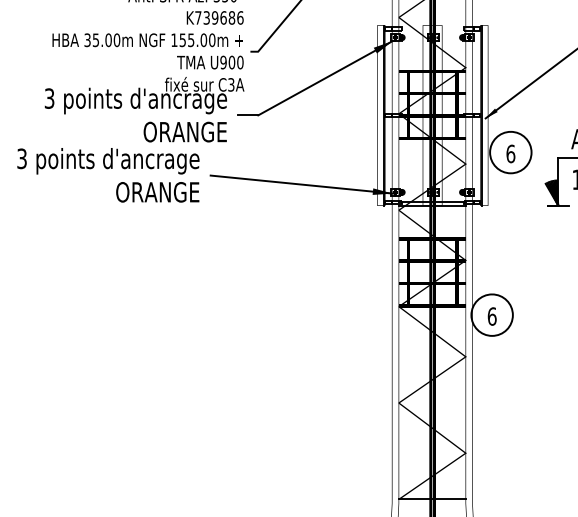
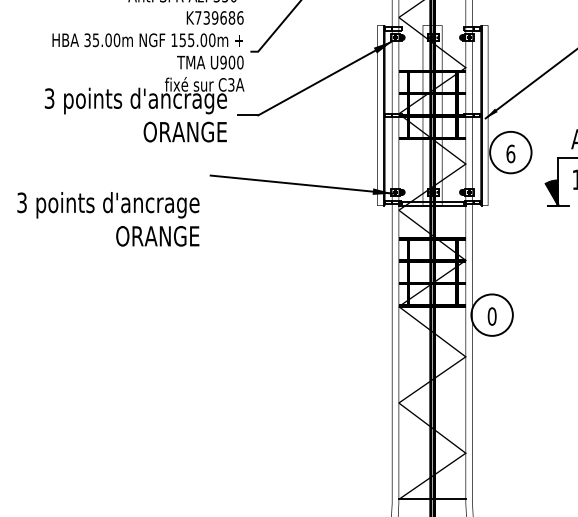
text at (108, 175) position: (108, 175) -> (108, 219)
text at (491, 316): 6 -> 0
